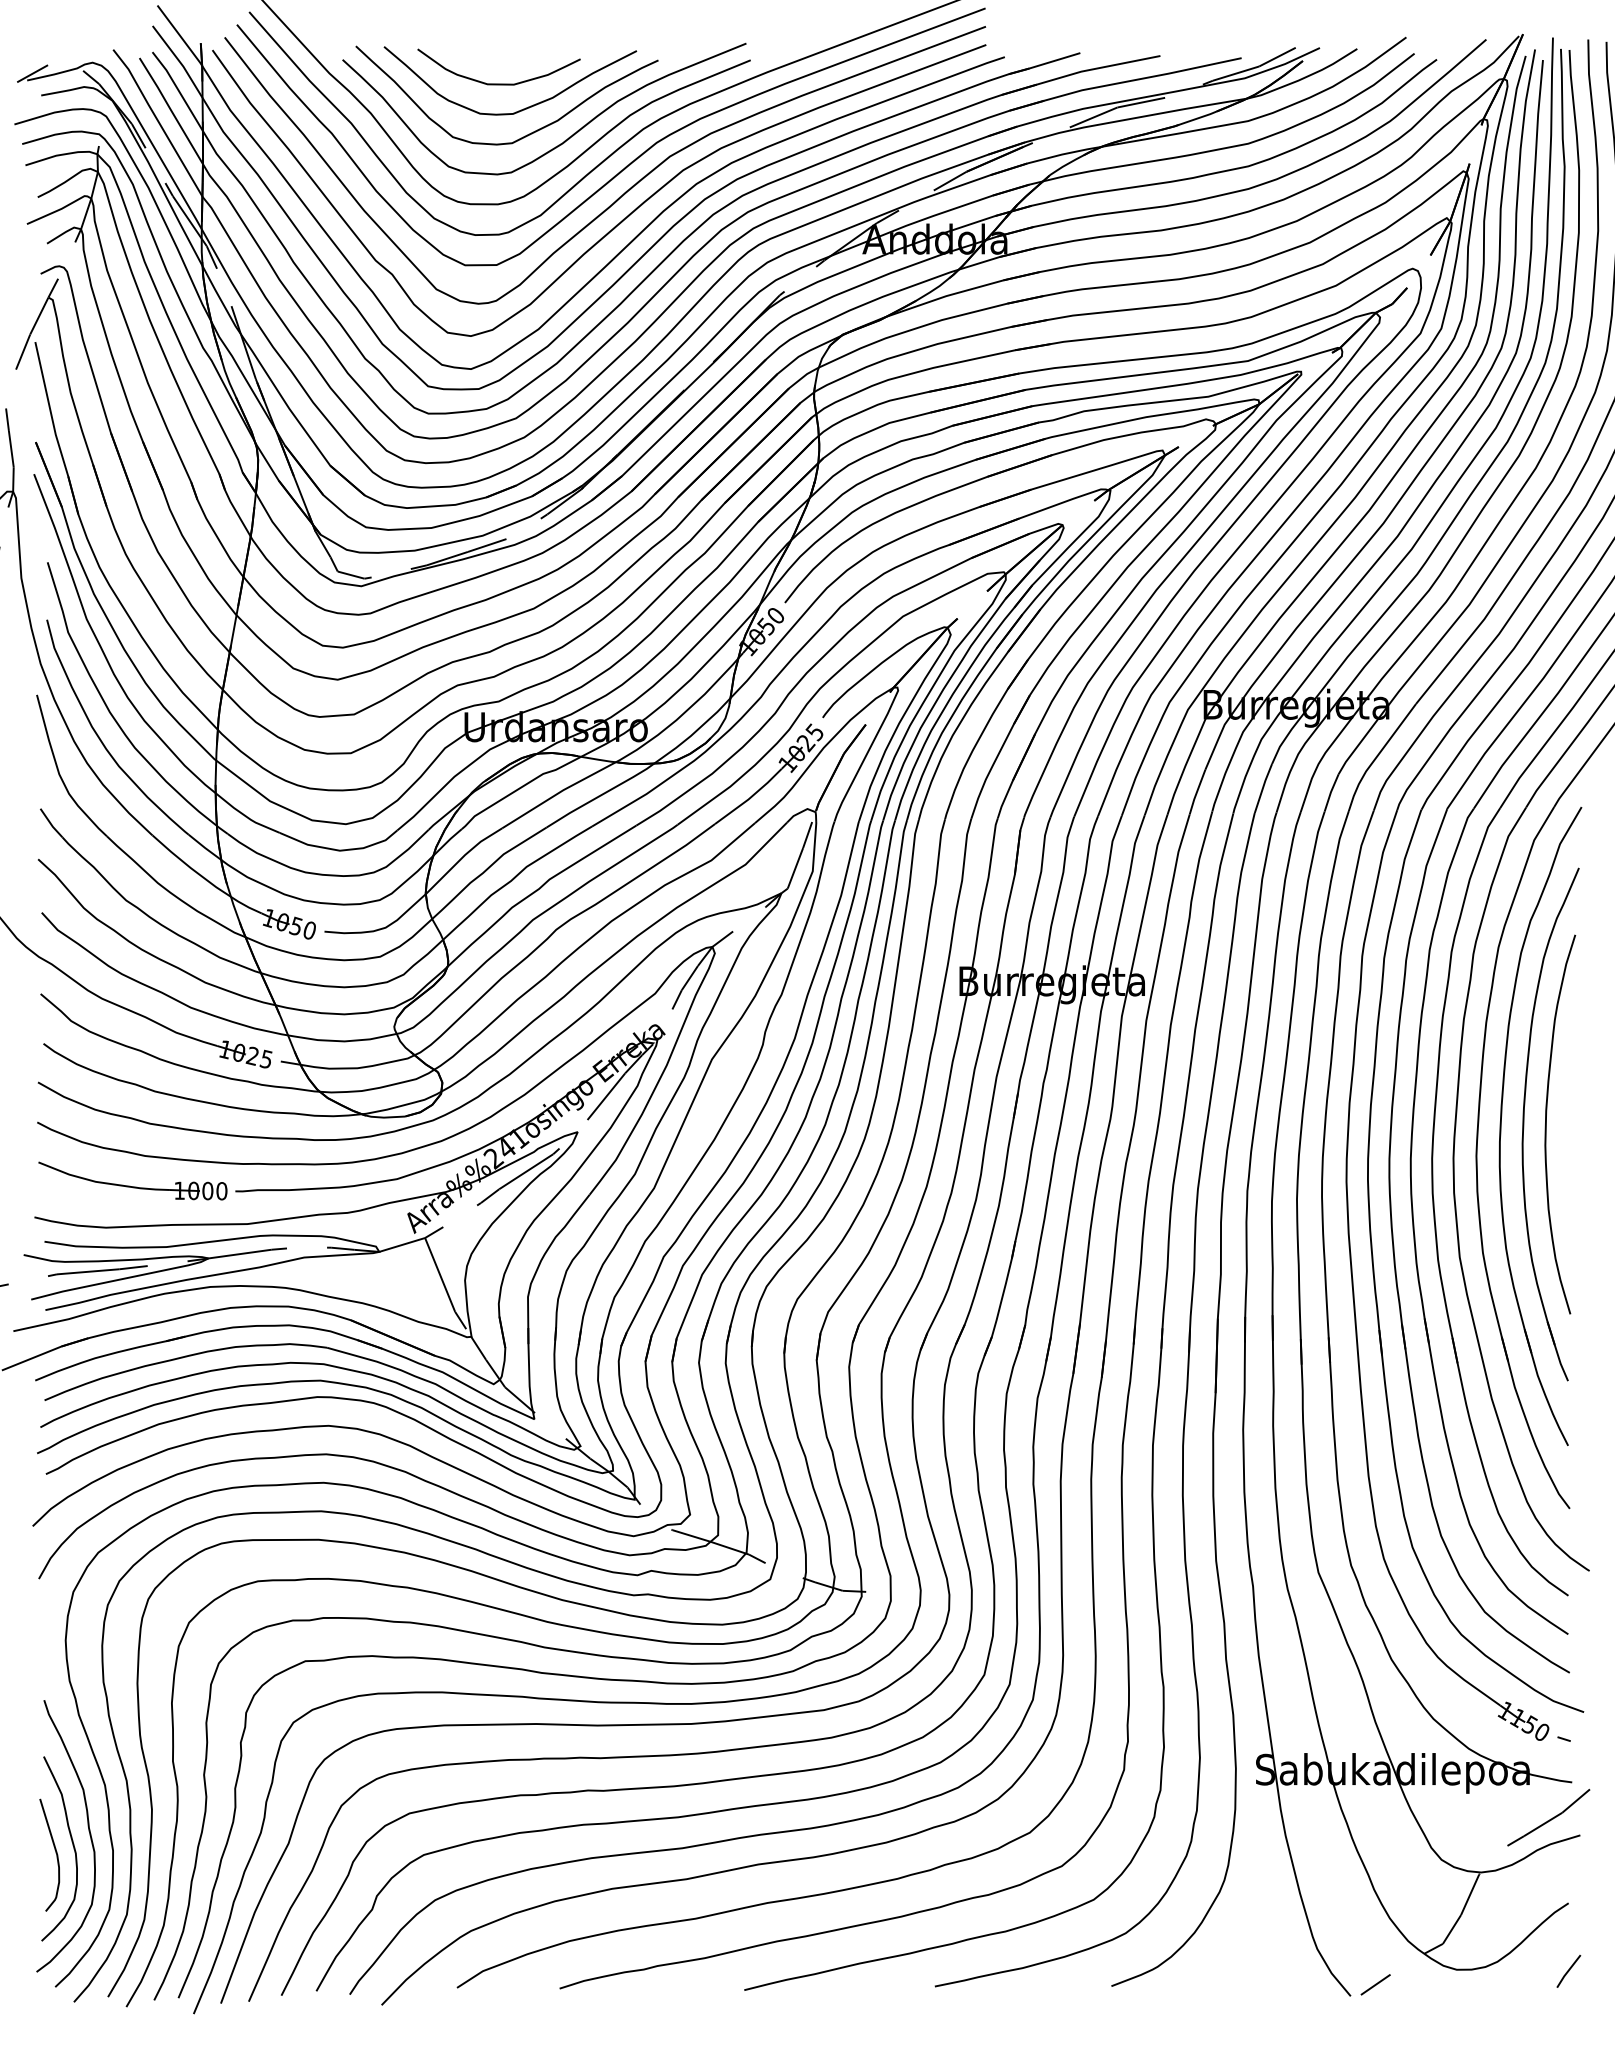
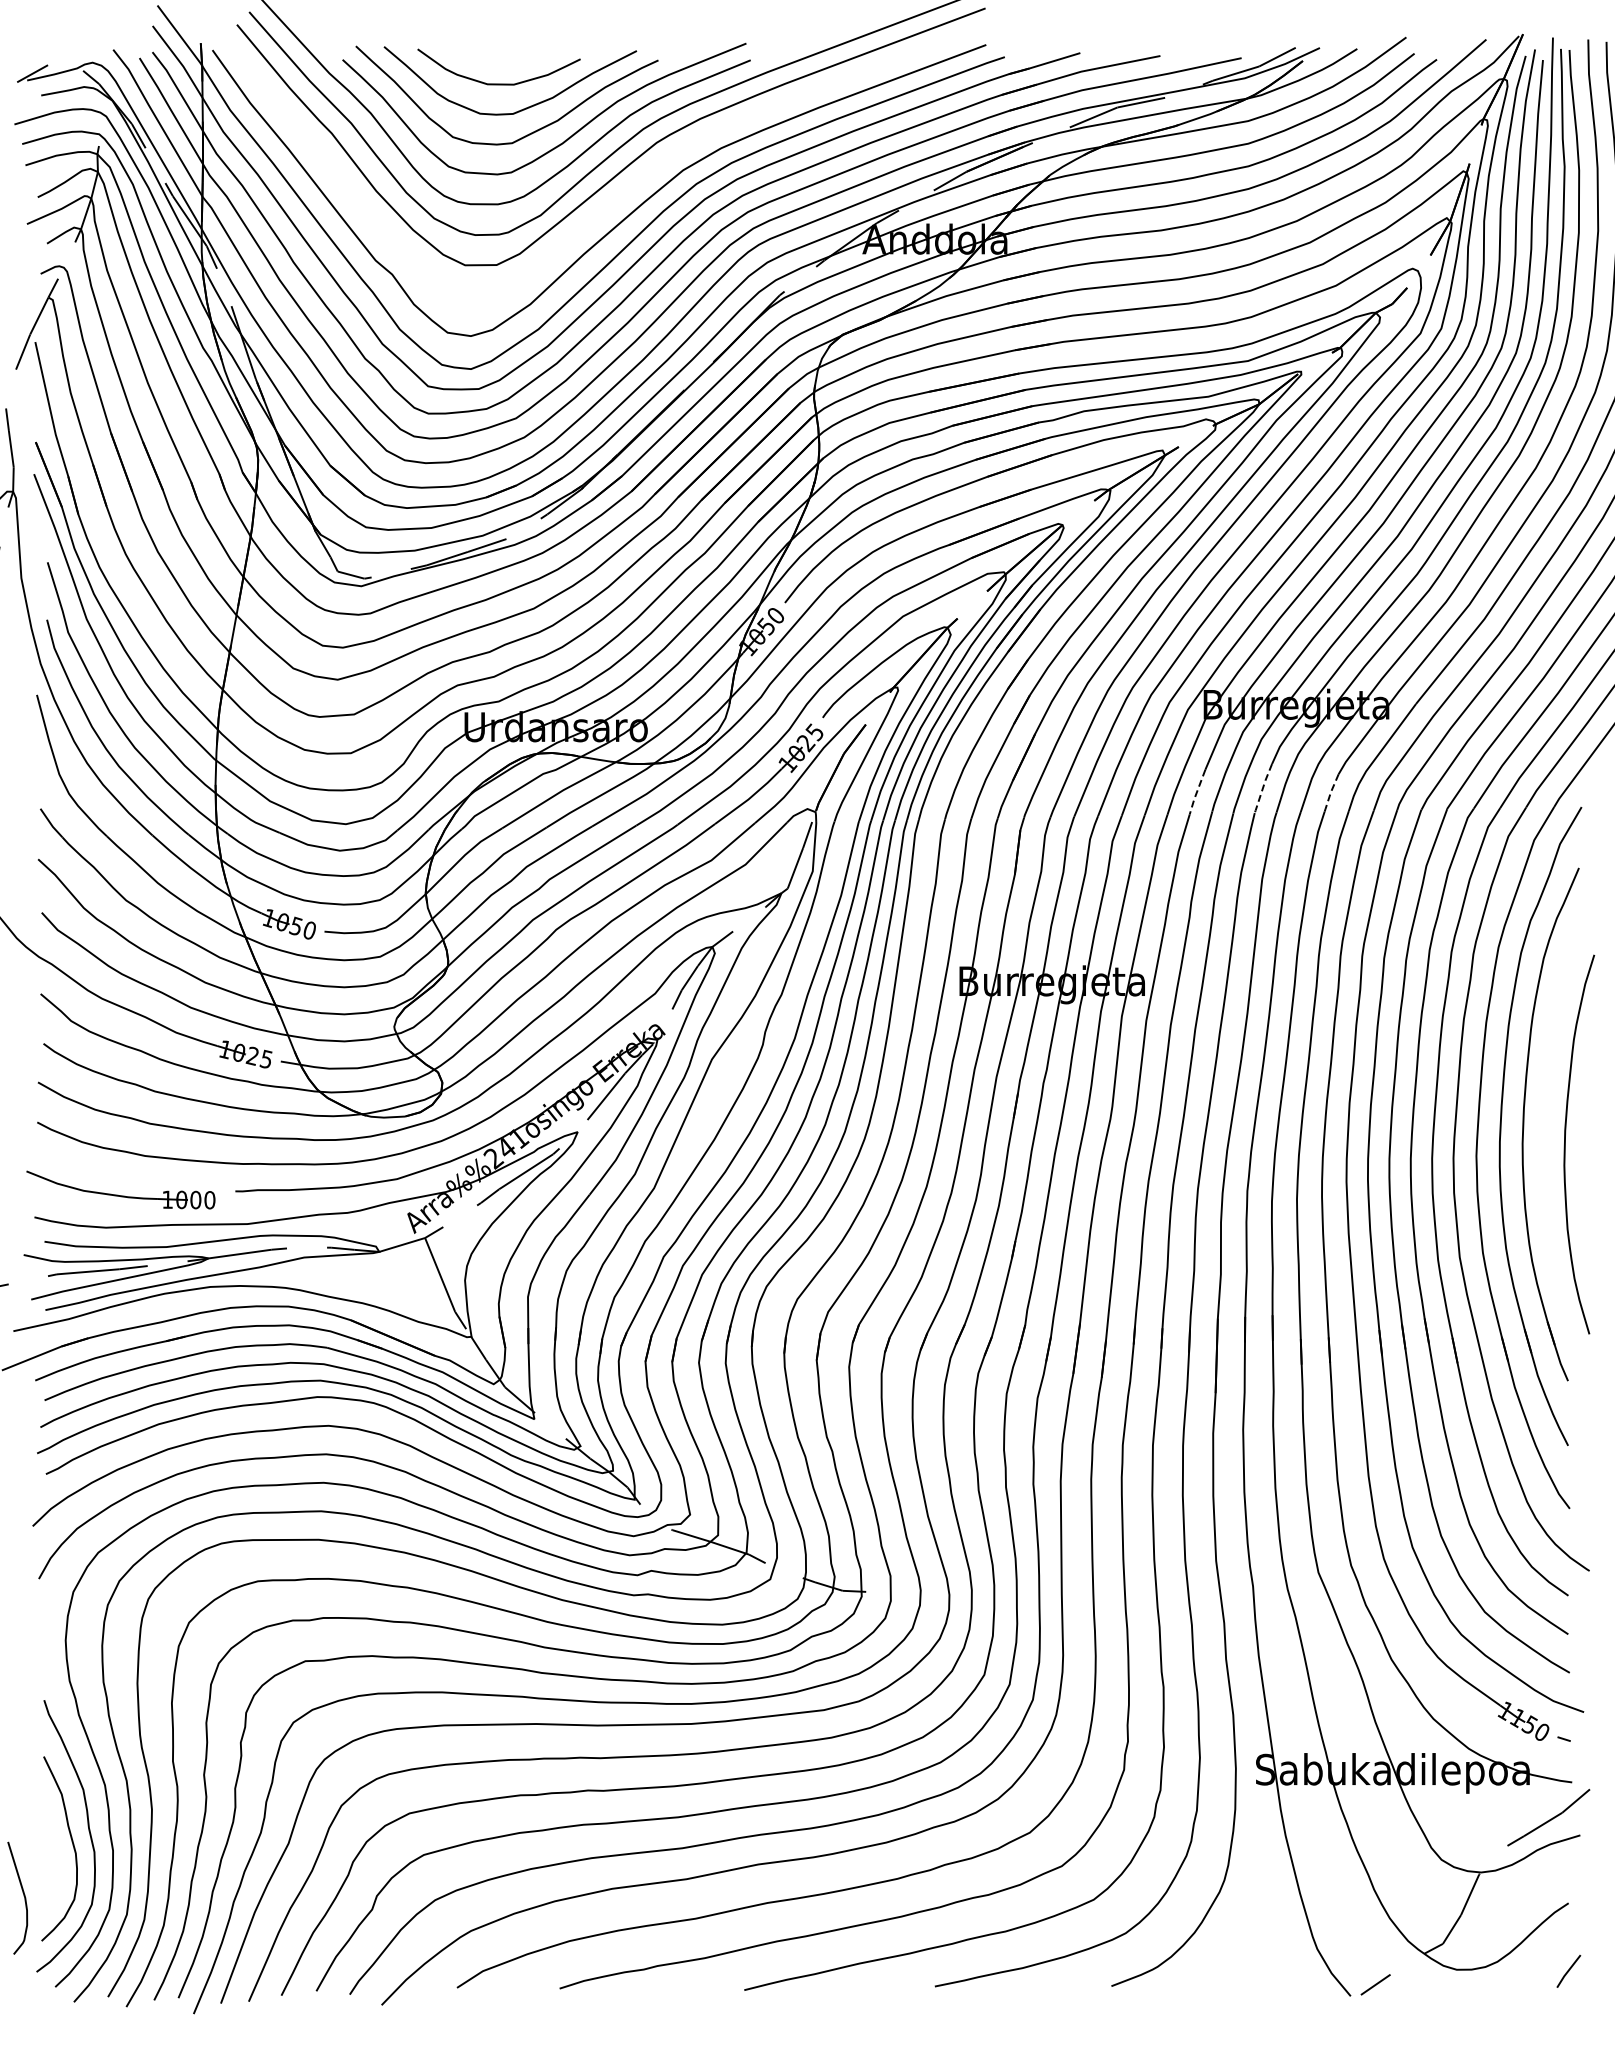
curve at (626, 190): present -> none
line at (1262, 788): solid -> dashed
line at (1196, 793): solid -> dashed
line at (1330, 793): solid -> dashed
curve at (1546, 1124) position: (1546, 1124) -> (1565, 1144)
part at (132, 1180) position: (132, 1180) -> (120, 1189)
curve at (55, 1853) position: (55, 1853) -> (23, 1896)
